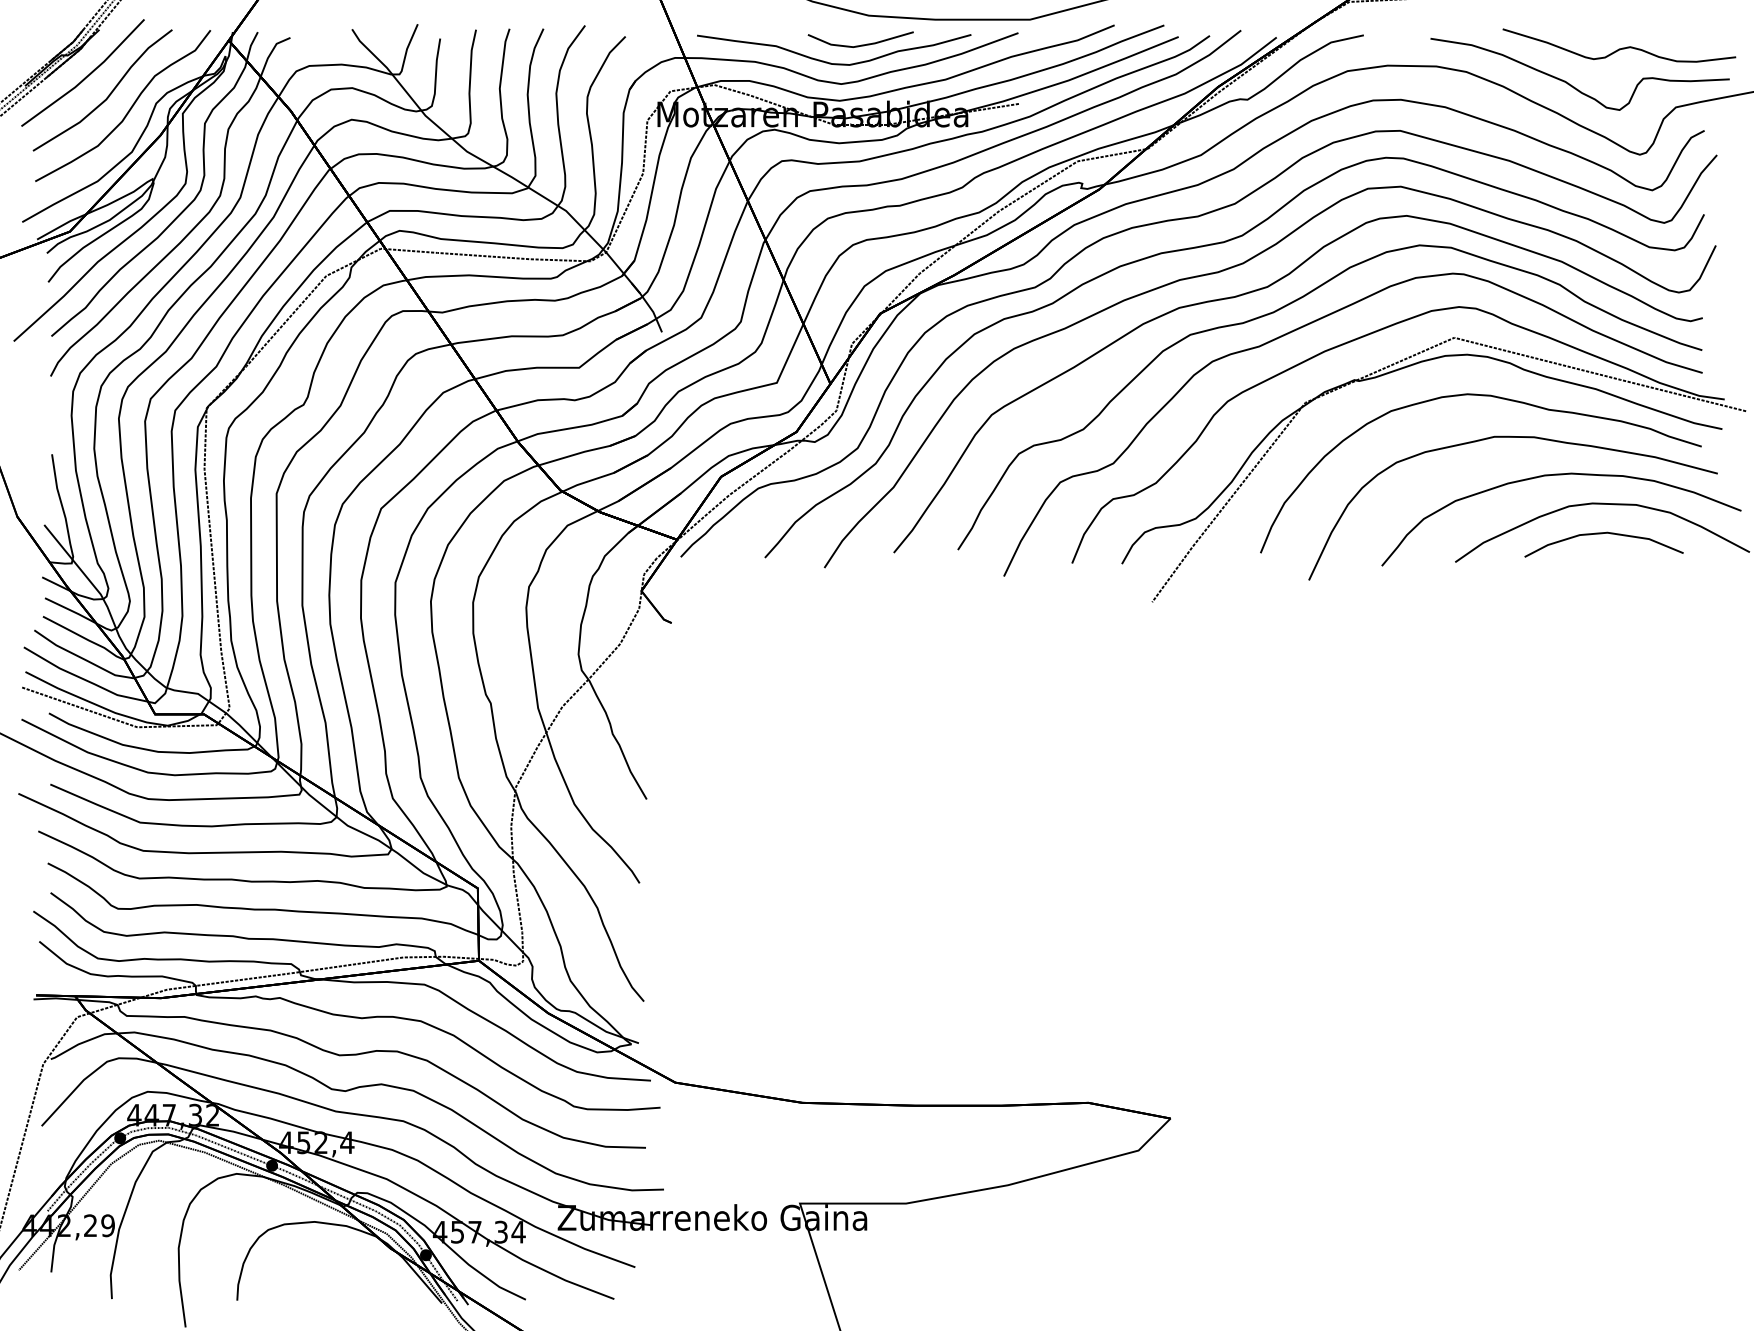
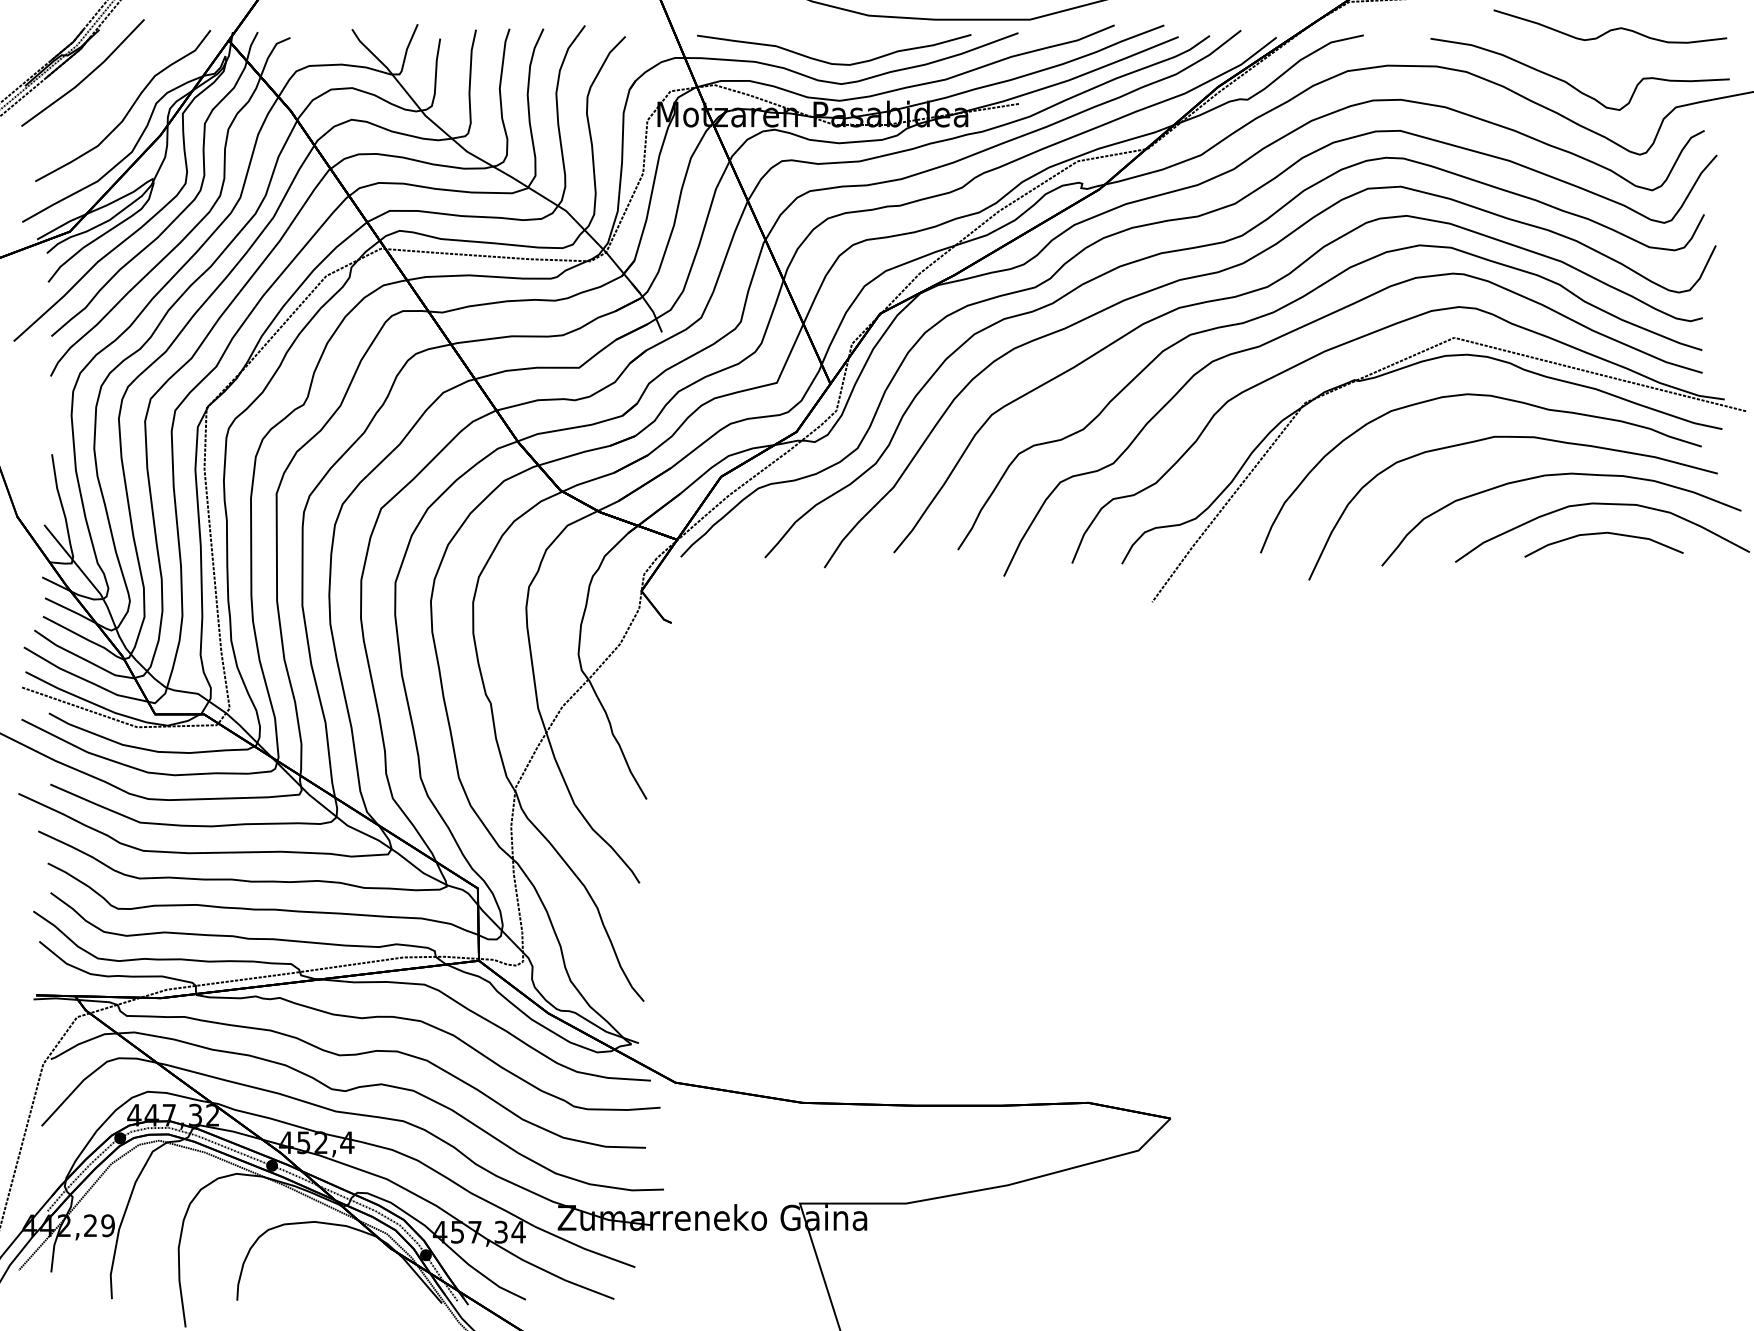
line at (861, 44): present -> none
curve at (1619, 48) position: (1619, 48) -> (1610, 29)
curve at (109, 93): present -> none
